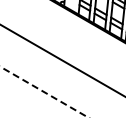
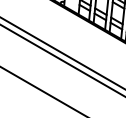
line at (62, 52): none -> present
line at (44, 92): dashed -> solid
